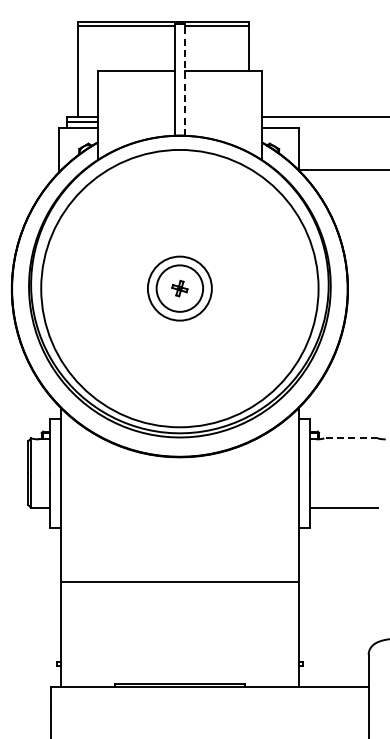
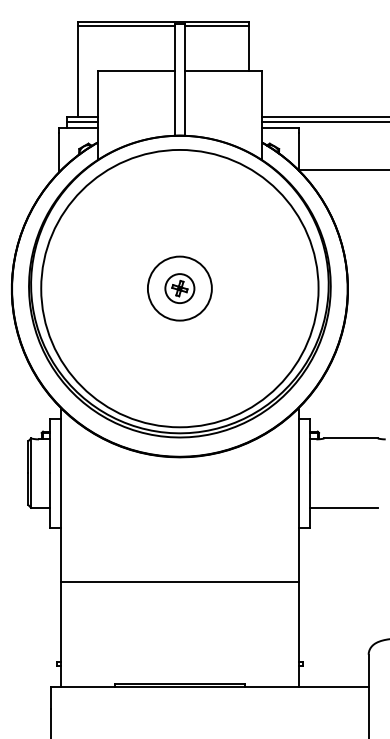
line at (184, 79): dashed -> solid
line at (324, 122): none -> present
circle at (179, 288) diameter: 46 px -> 29 px
line at (351, 438): dashed -> solid
